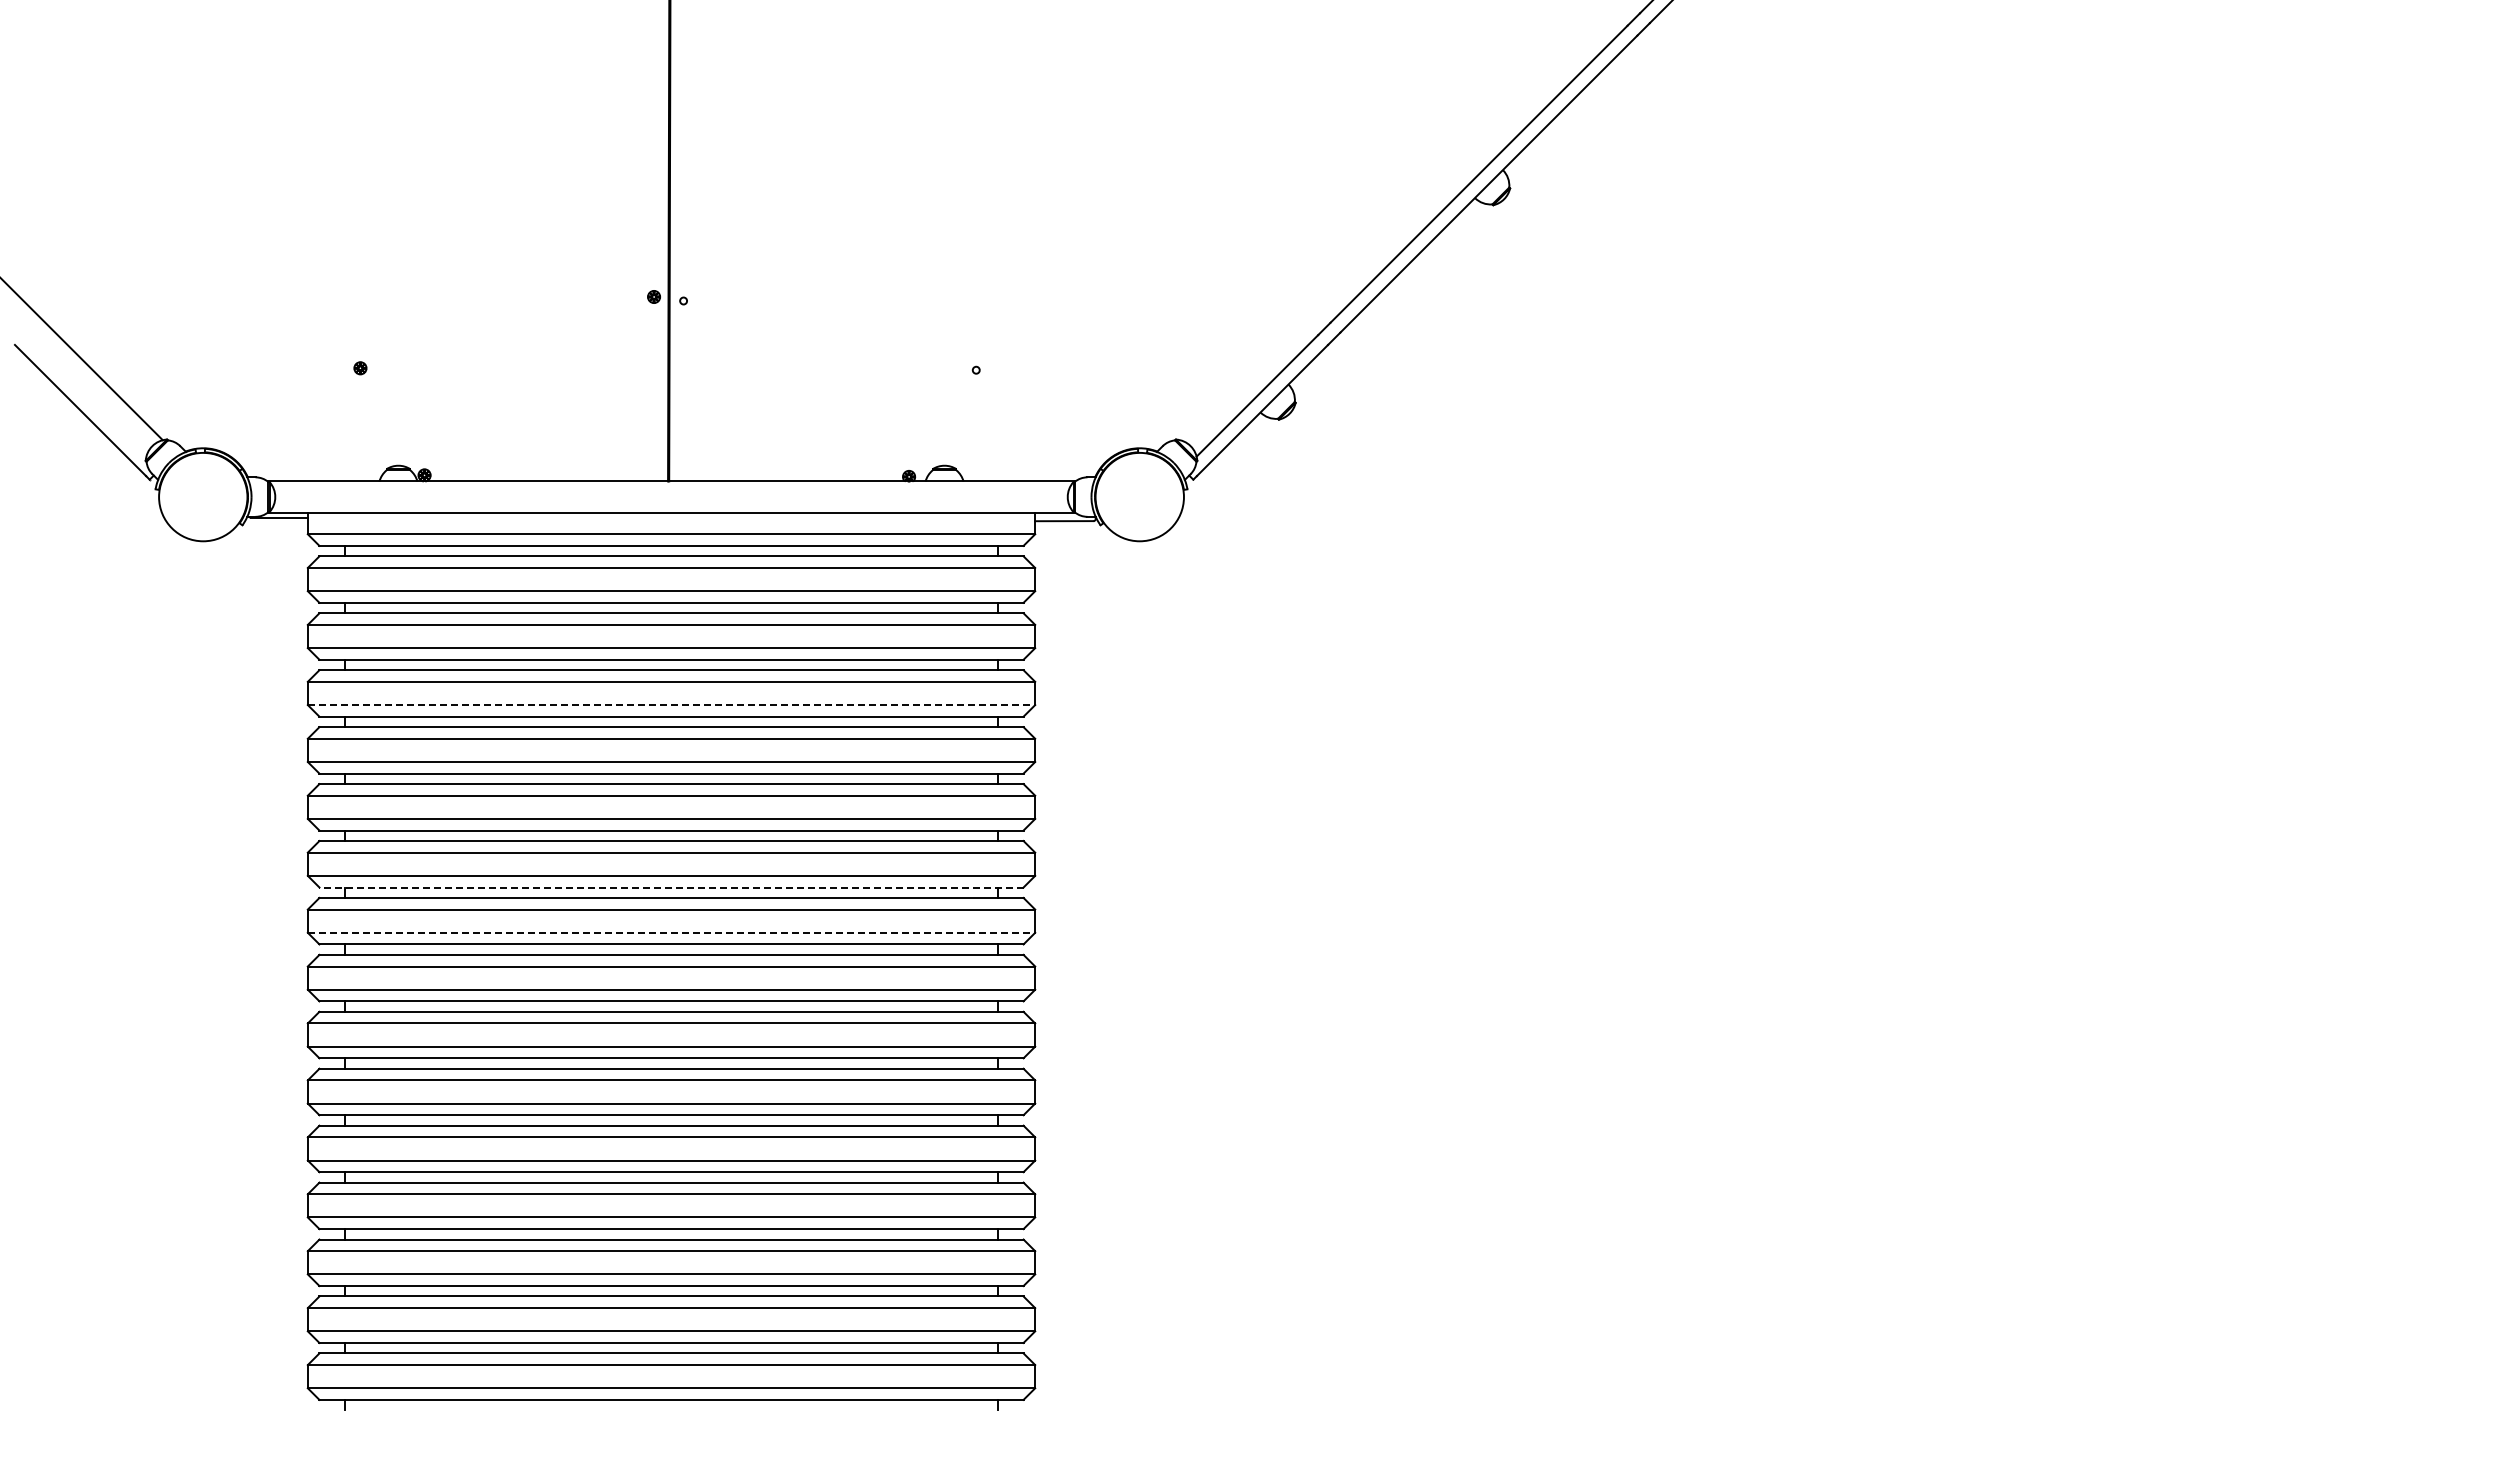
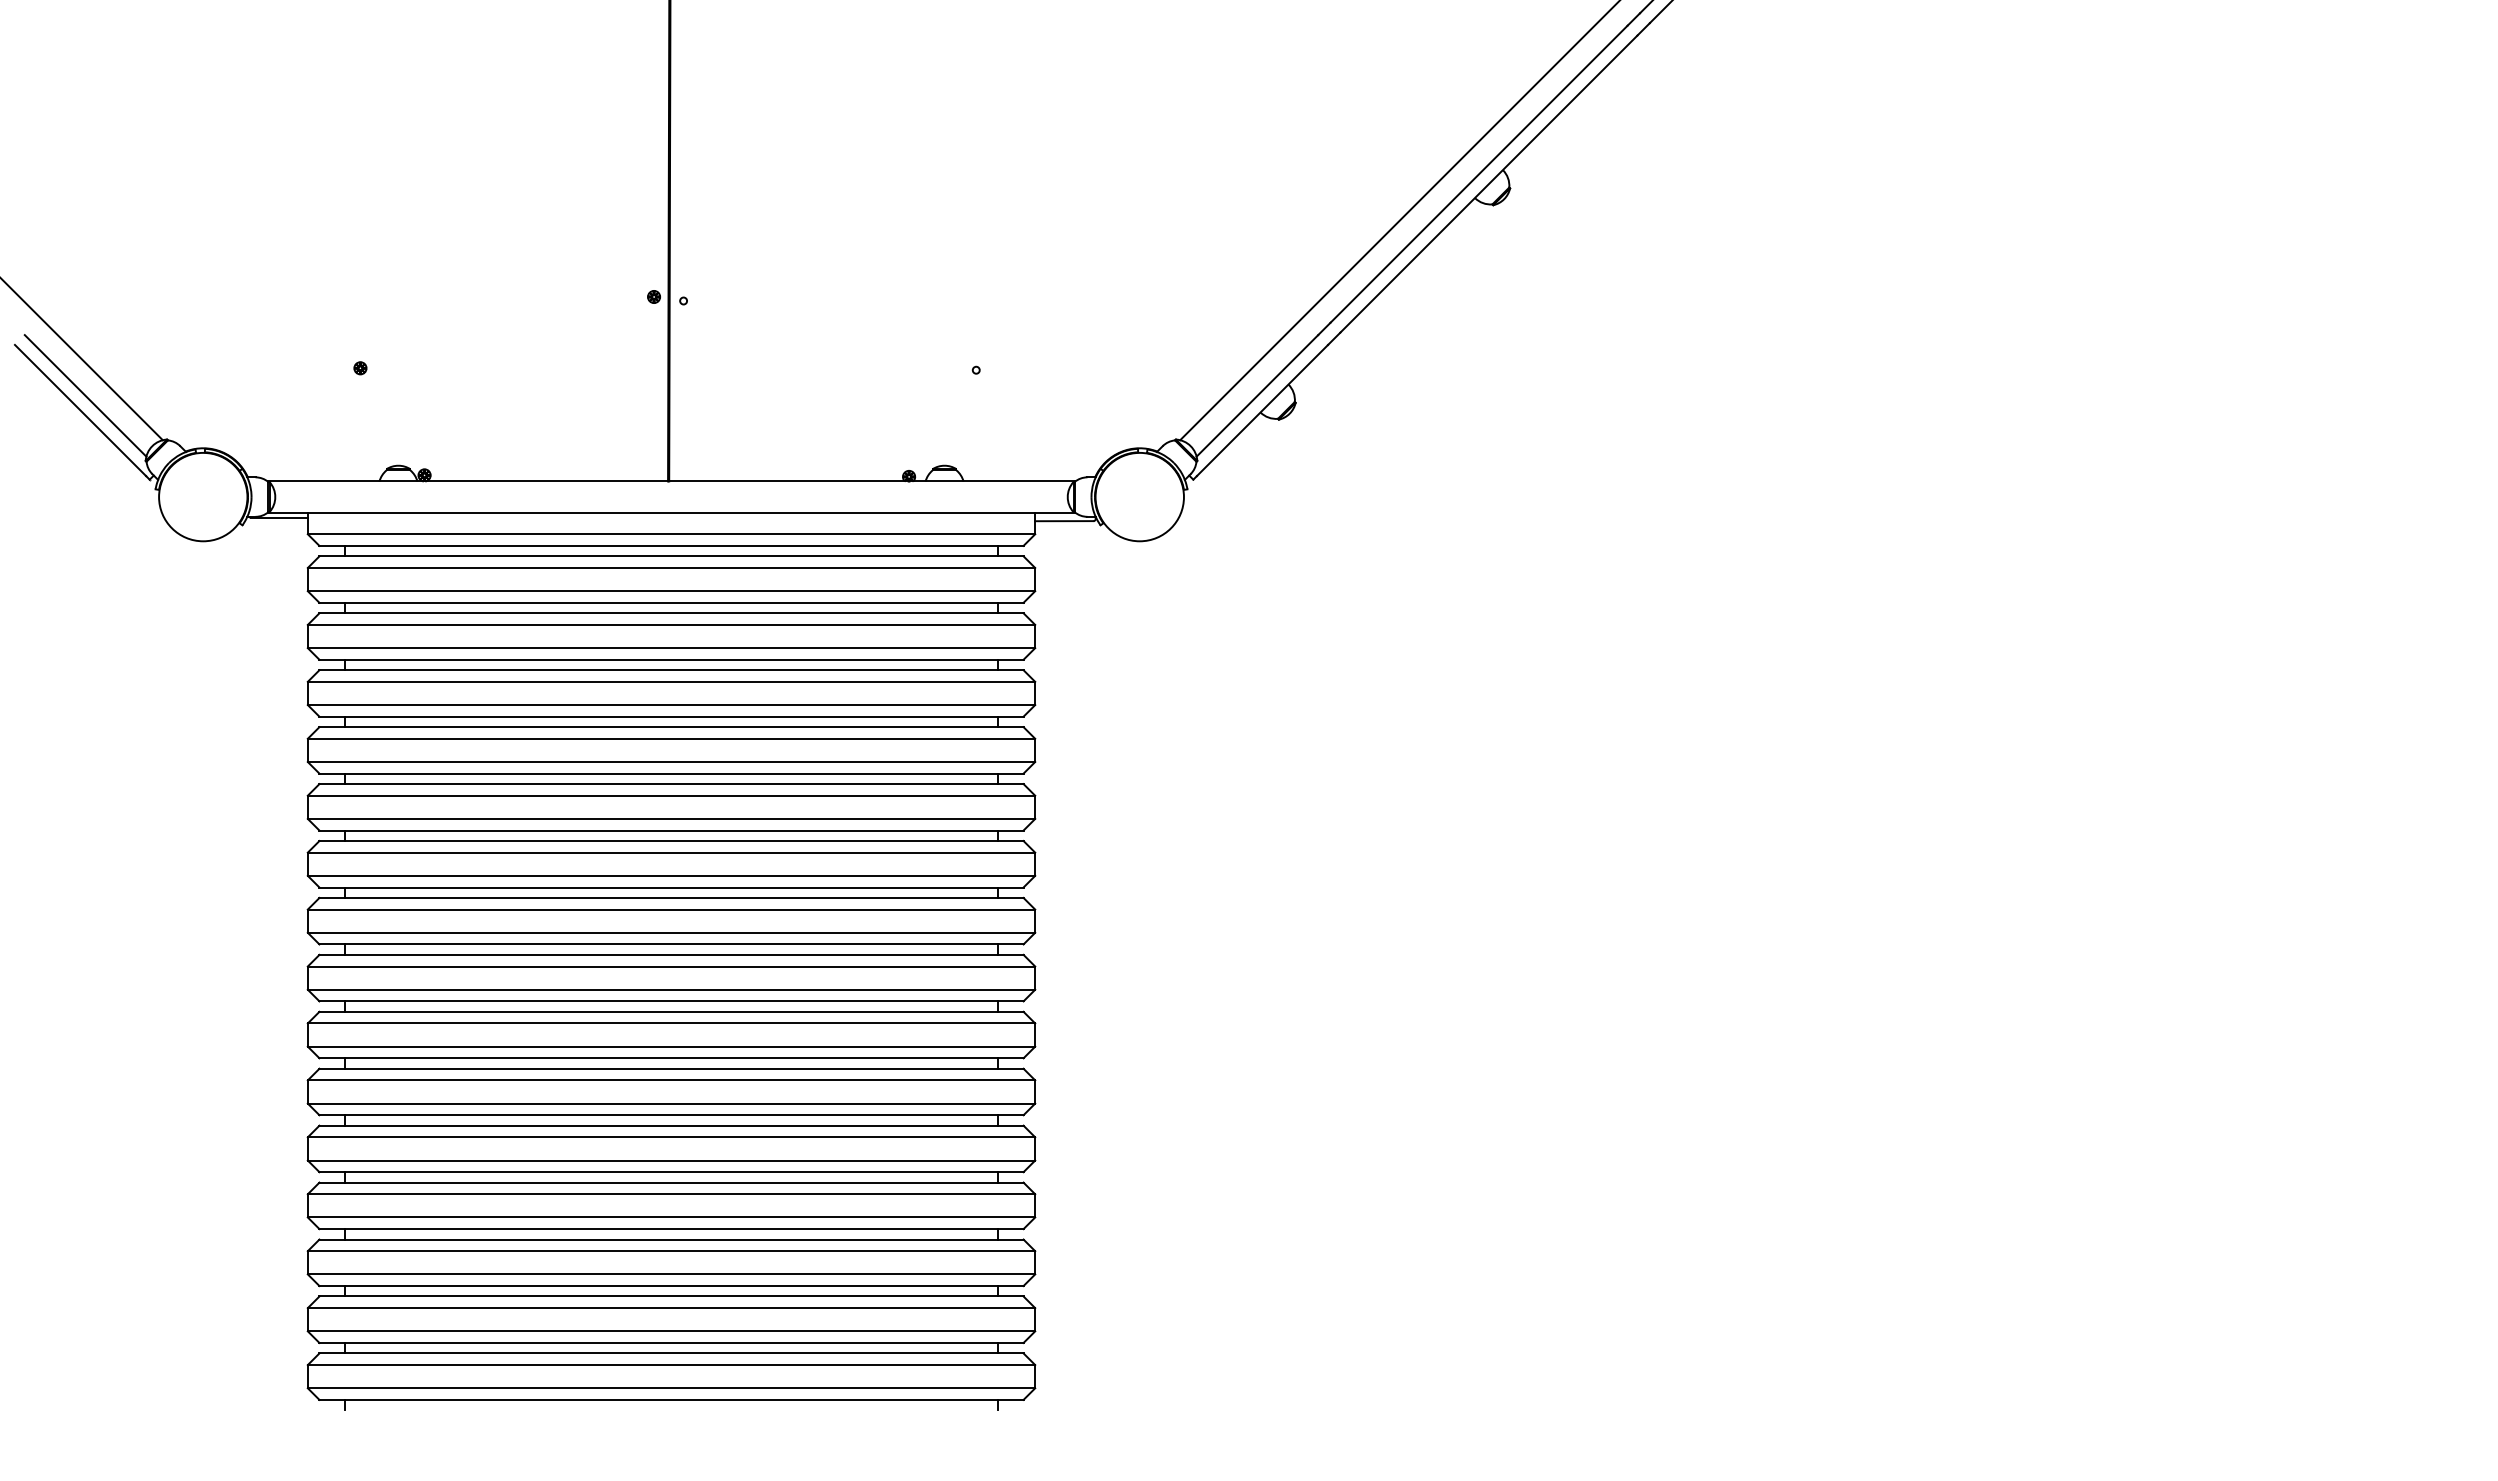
line at (1399, 221): none -> present
line at (85, 395): none -> present
line at (671, 705): dashed -> solid
line at (671, 887): dashed -> solid
line at (671, 932): dashed -> solid
